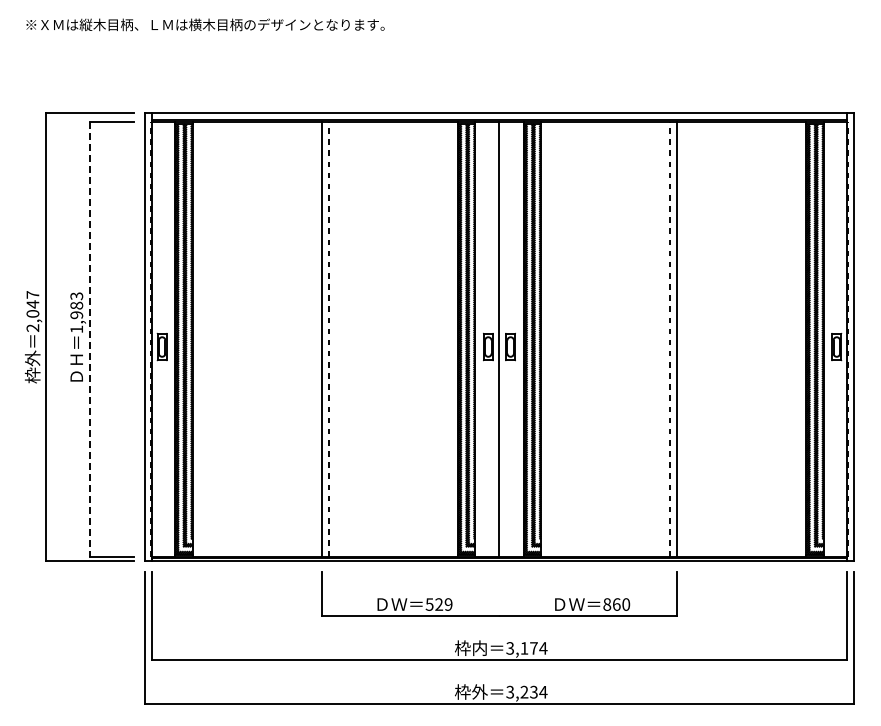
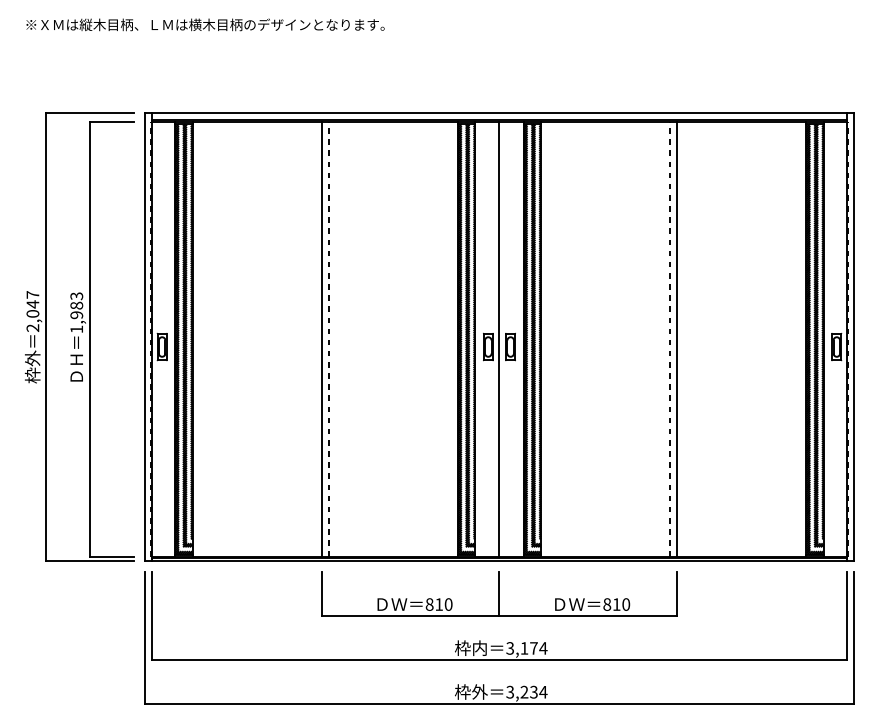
line at (90, 340): dashed -> solid
line at (499, 594): none -> present
text at (438, 604): 529 -> 810
text at (616, 604): 860 -> 810
